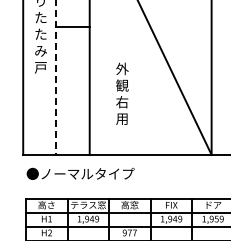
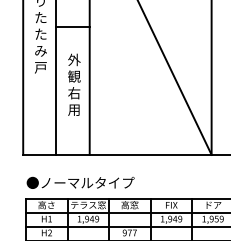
line at (56, 77): dashed -> solid
text at (122, 93) position: (122, 93) -> (74, 84)
text at (80, 173) position: (80, 173) -> (80, 182)
